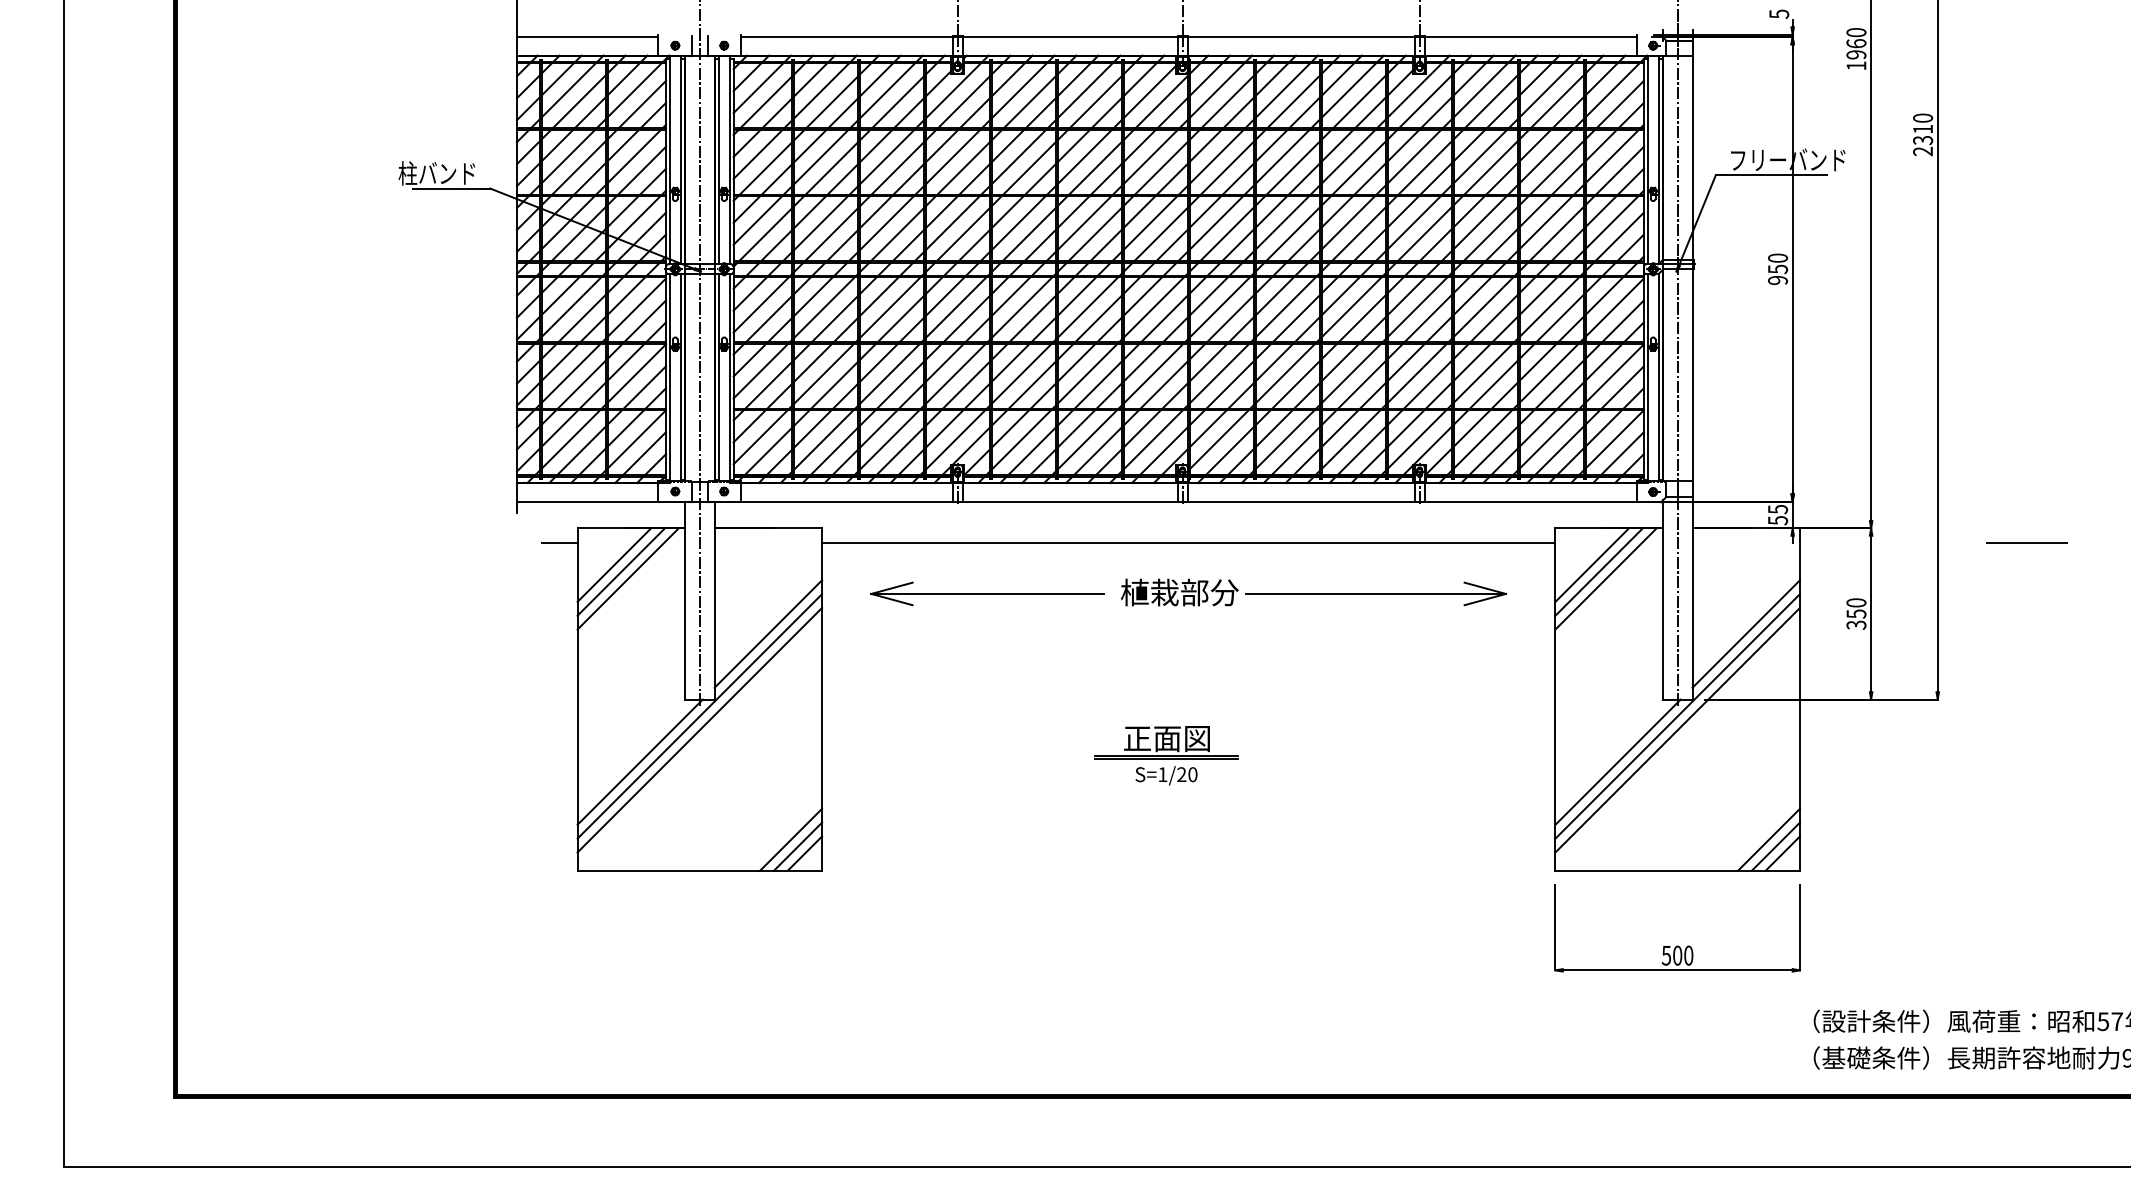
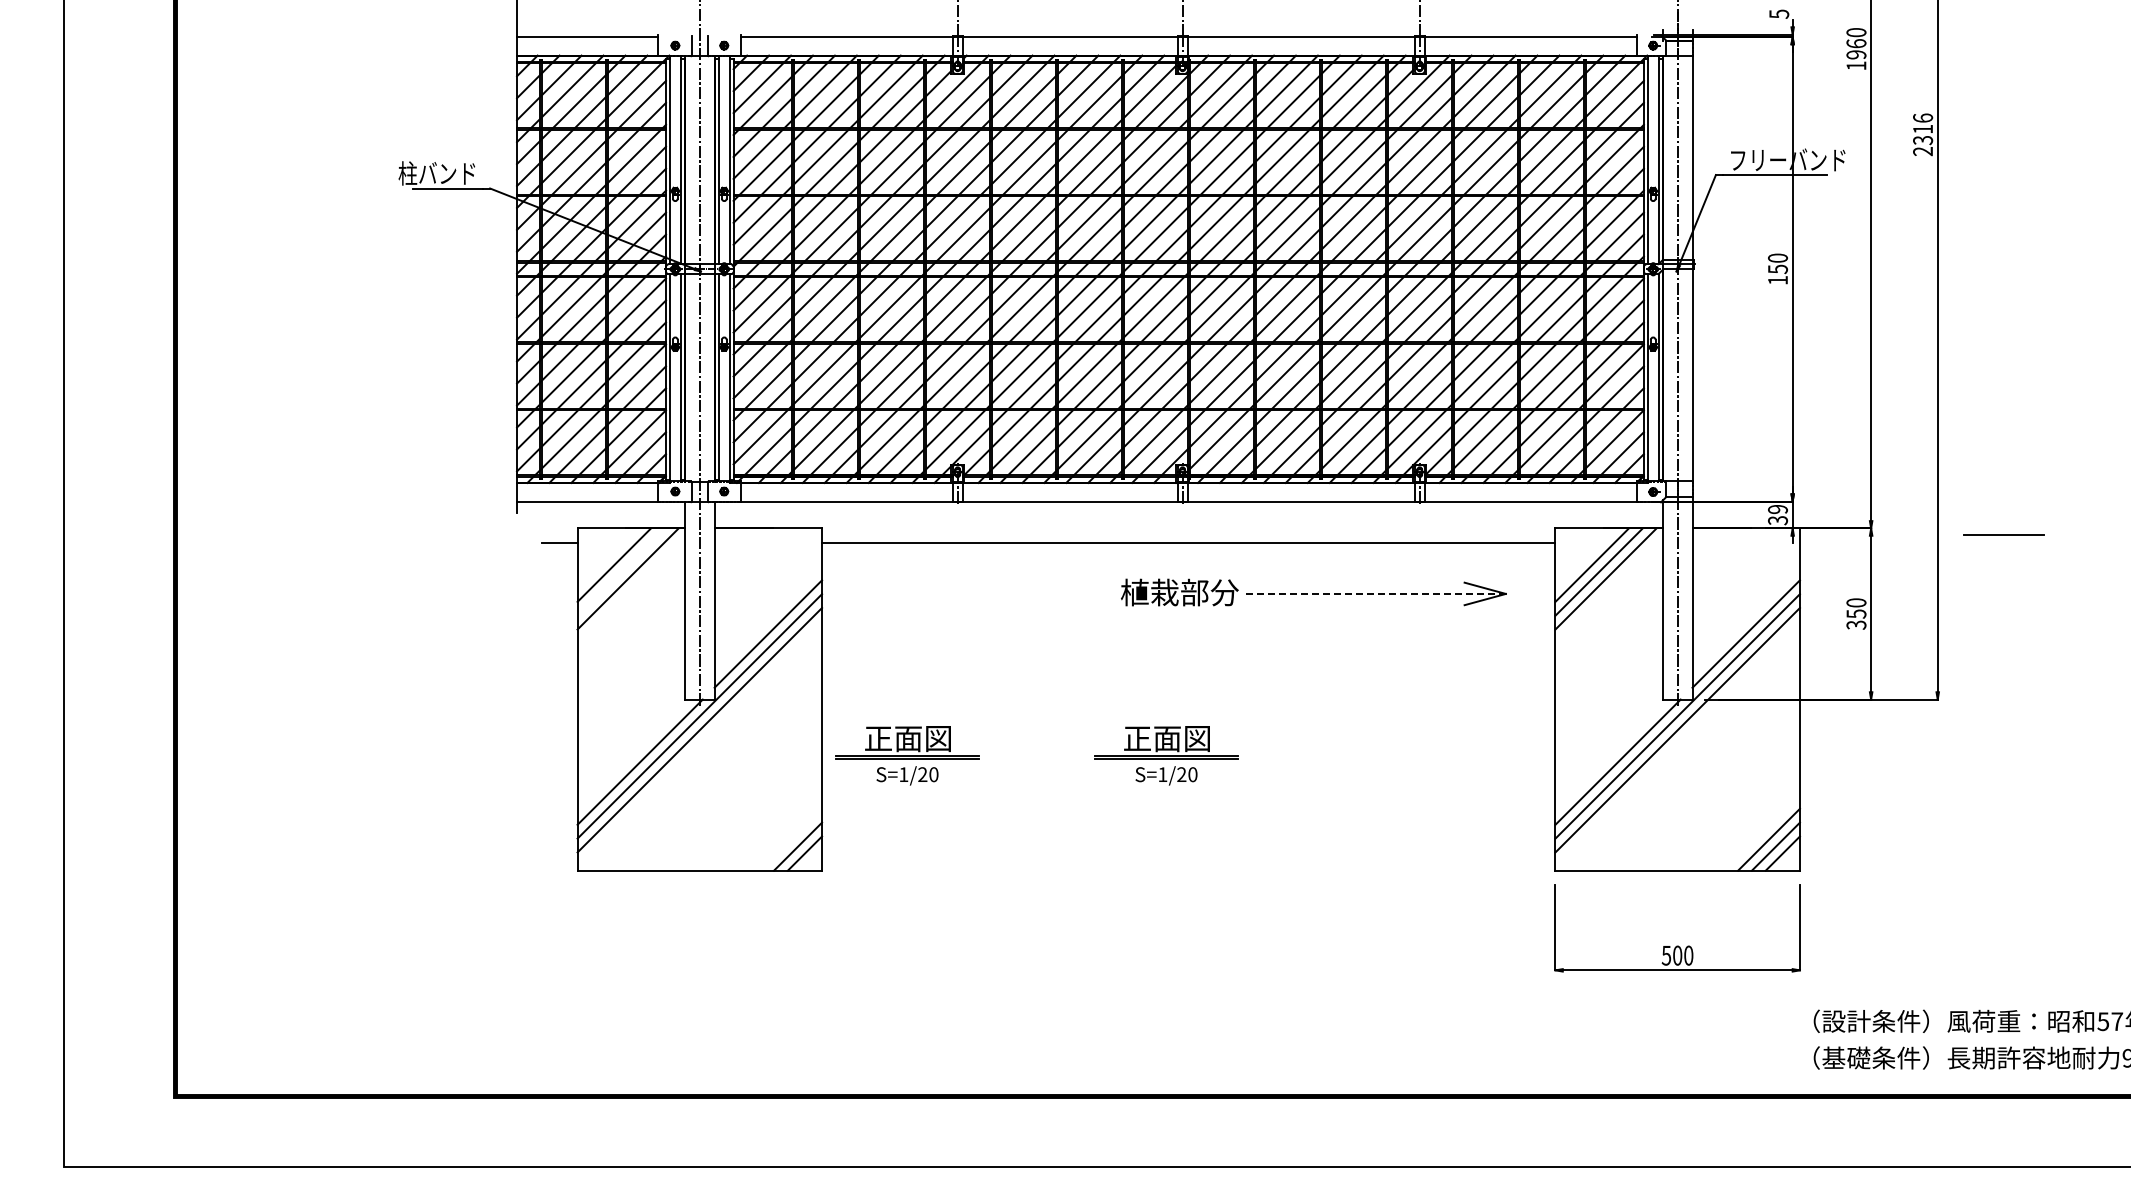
text at (1922, 117): 2310 -> 2316
text at (1778, 280): 950 -> 150
text at (1777, 514): 55 -> 39
line at (2026, 542) position: (2026, 542) -> (2003, 534)
line at (620, 571): present -> none
part at (987, 593): present -> none
line at (1376, 593): solid -> dashed
part at (907, 755): none -> present
line at (791, 839): present -> none
